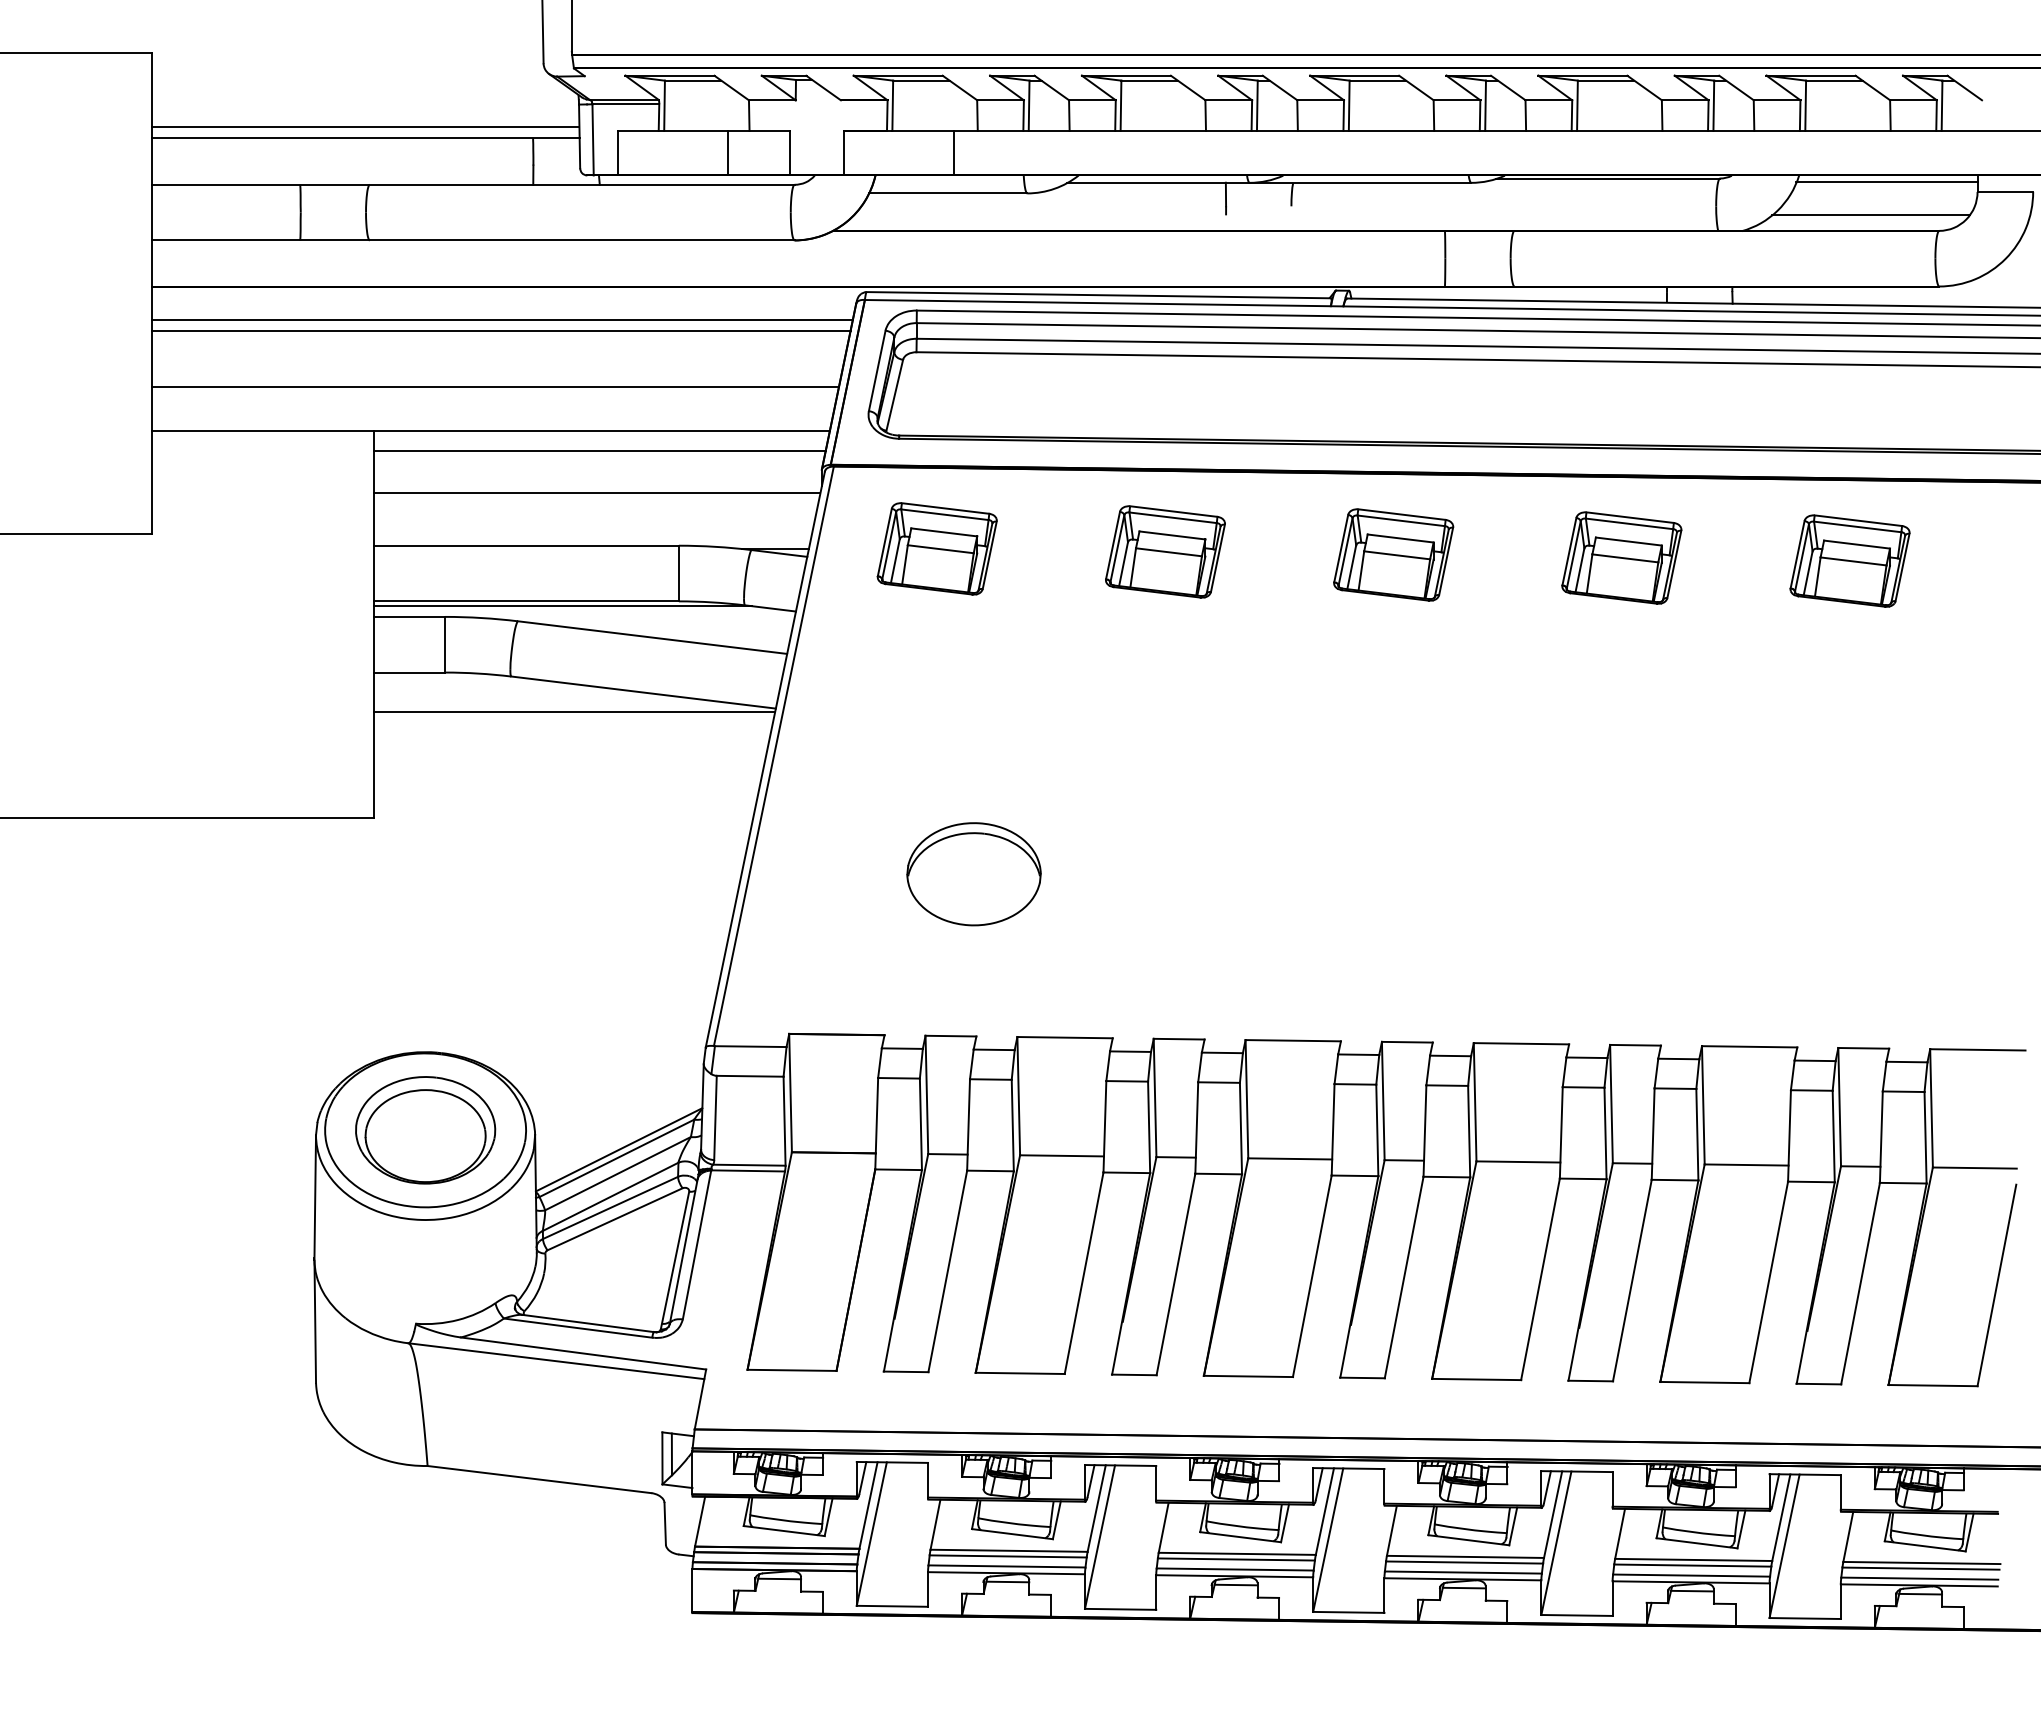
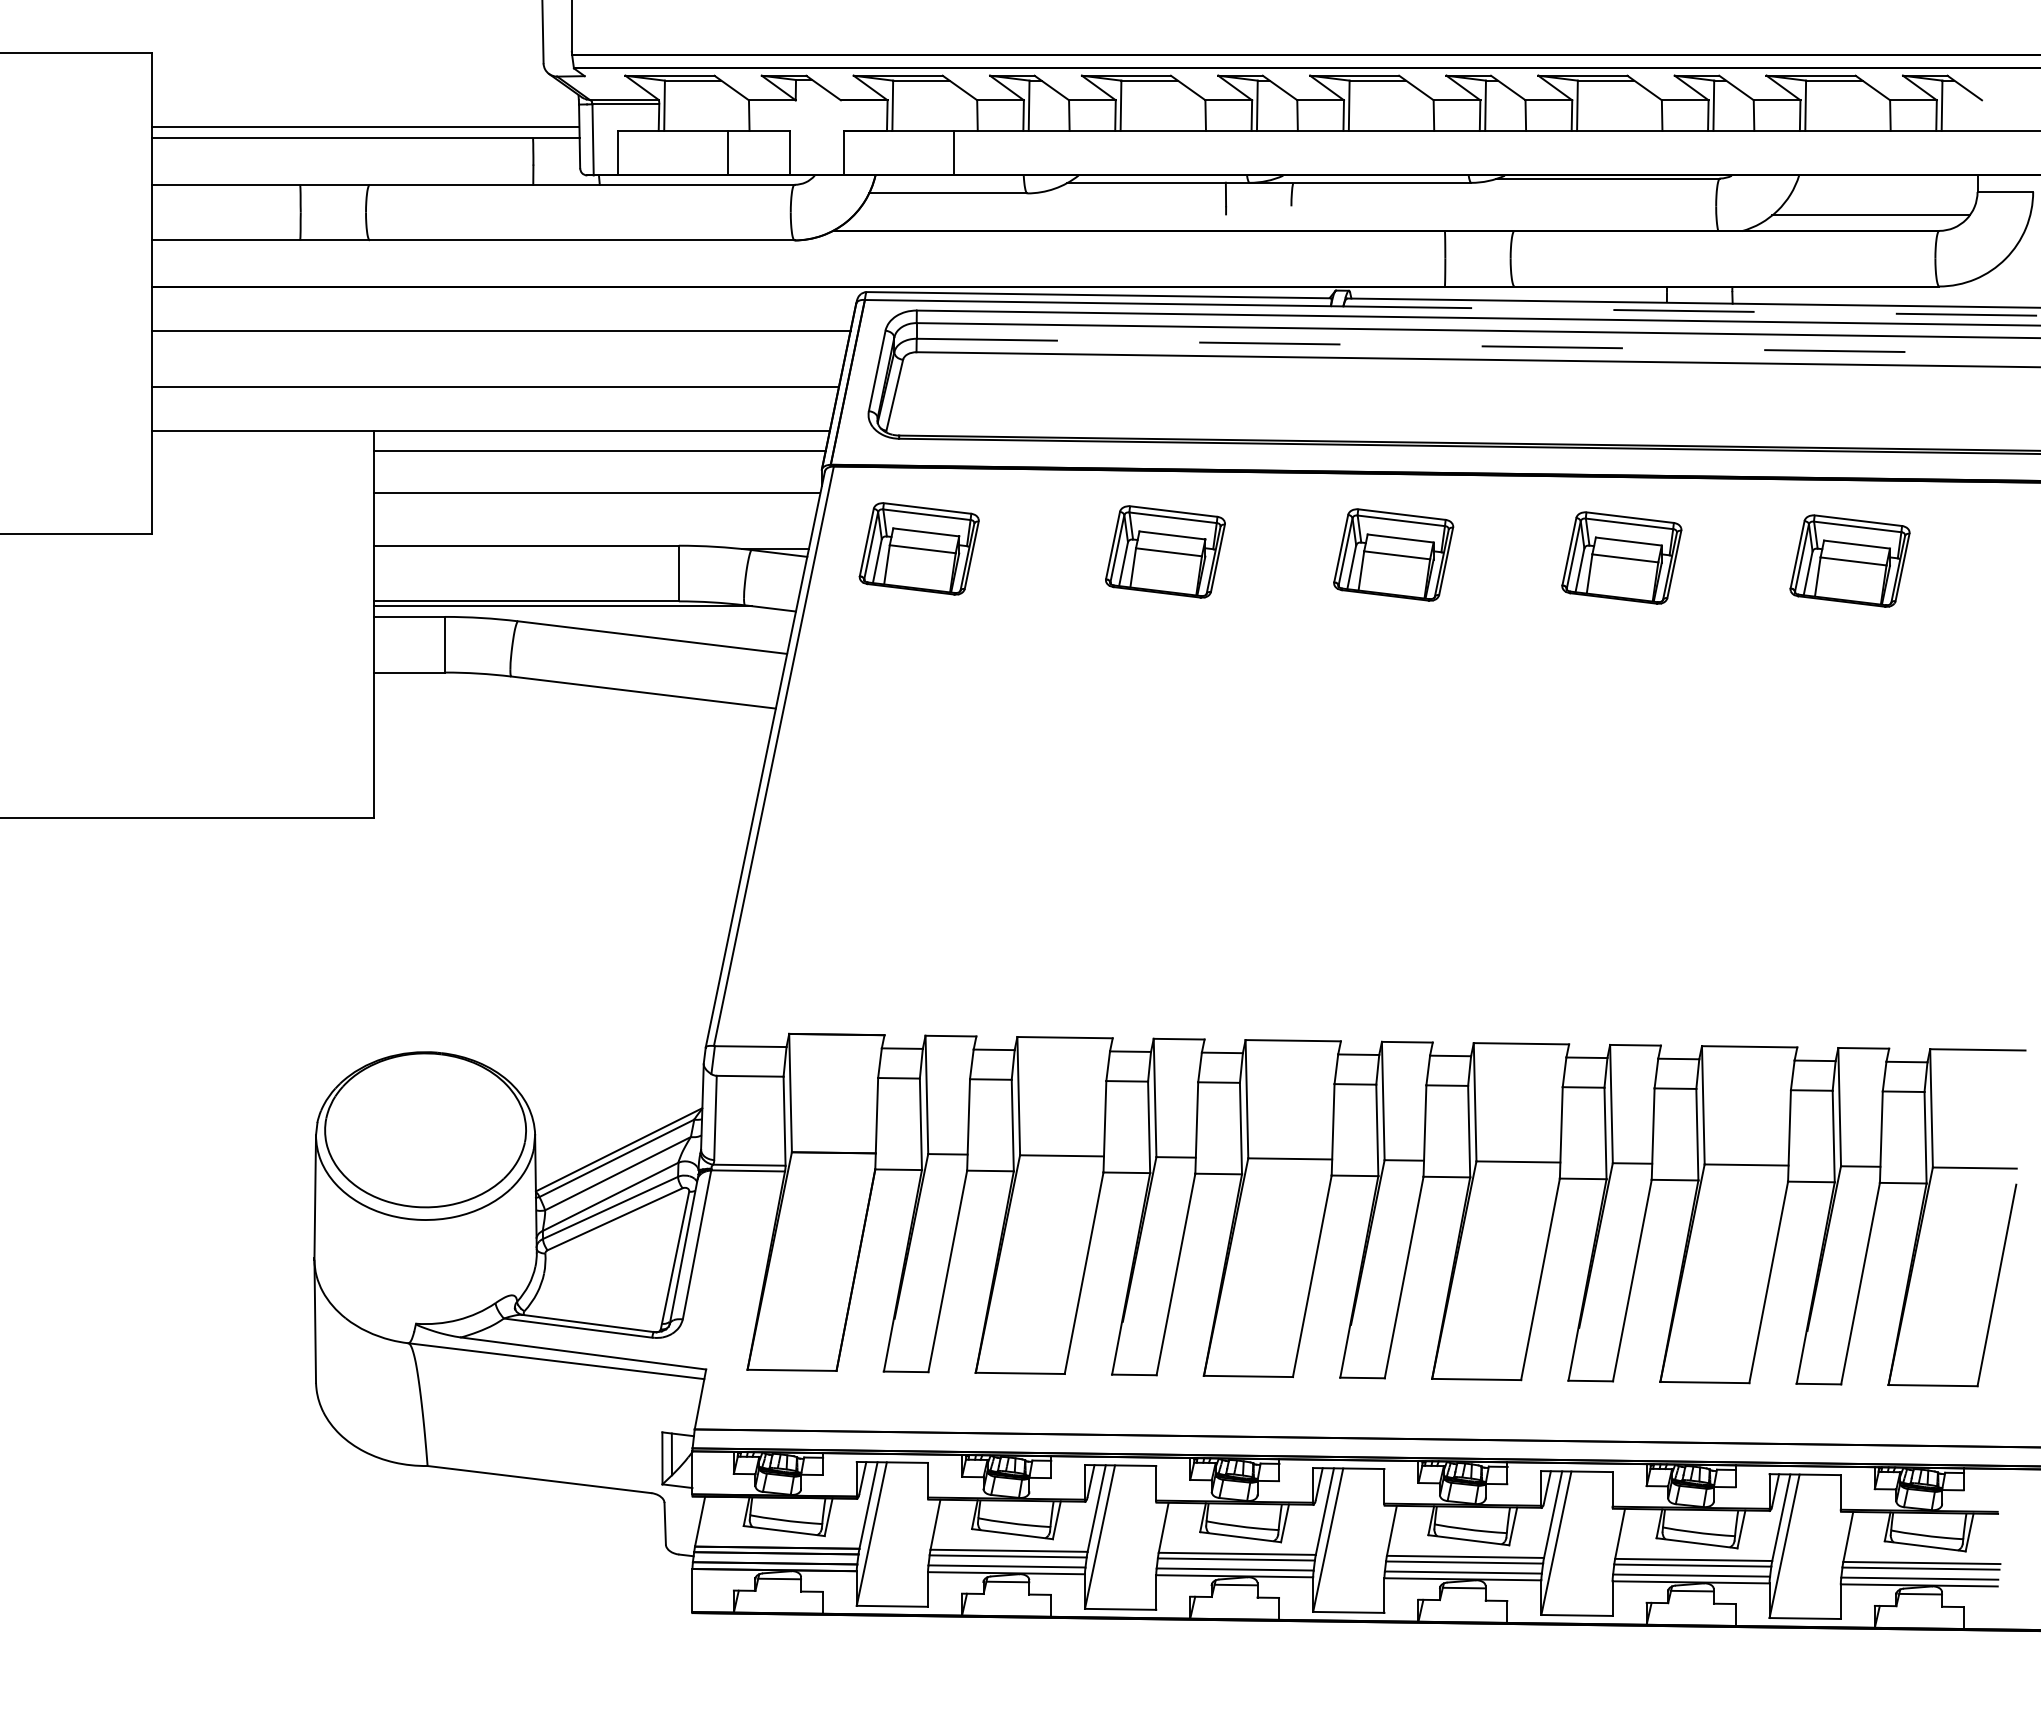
line at (1886, 181): present -> none
line at (1685, 310): solid -> dashed
line at (501, 319): present -> none
line at (1478, 346): solid -> dashed
part at (936, 548) position: (936, 548) -> (918, 548)
line at (574, 712): present -> none
part at (973, 874): present -> none
part at (425, 1130): present -> none
